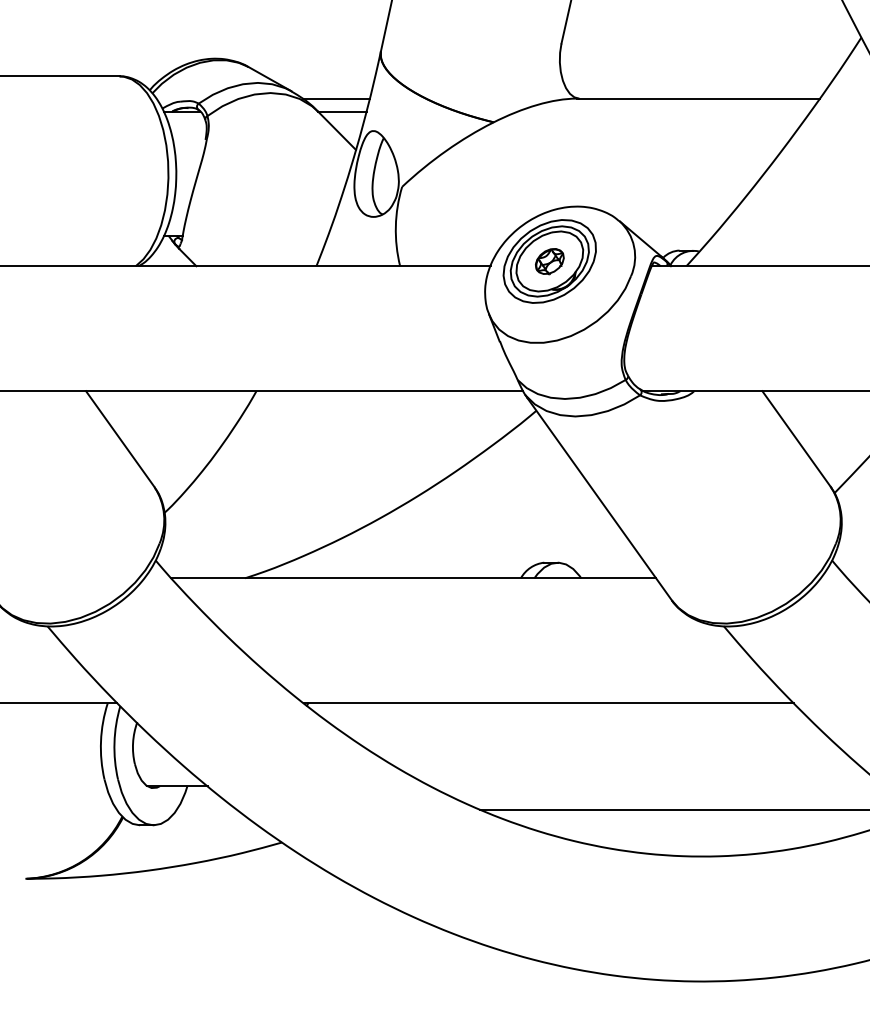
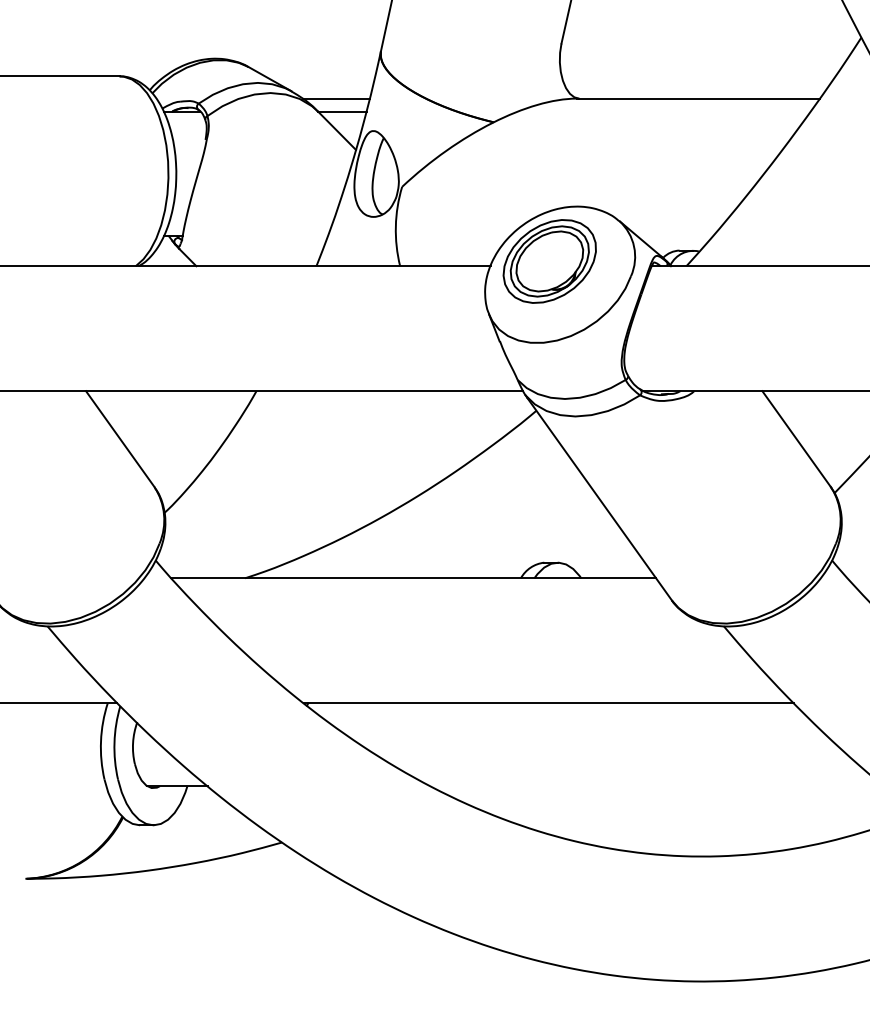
part at (549, 261): present -> none
line at (673, 809): present -> none
